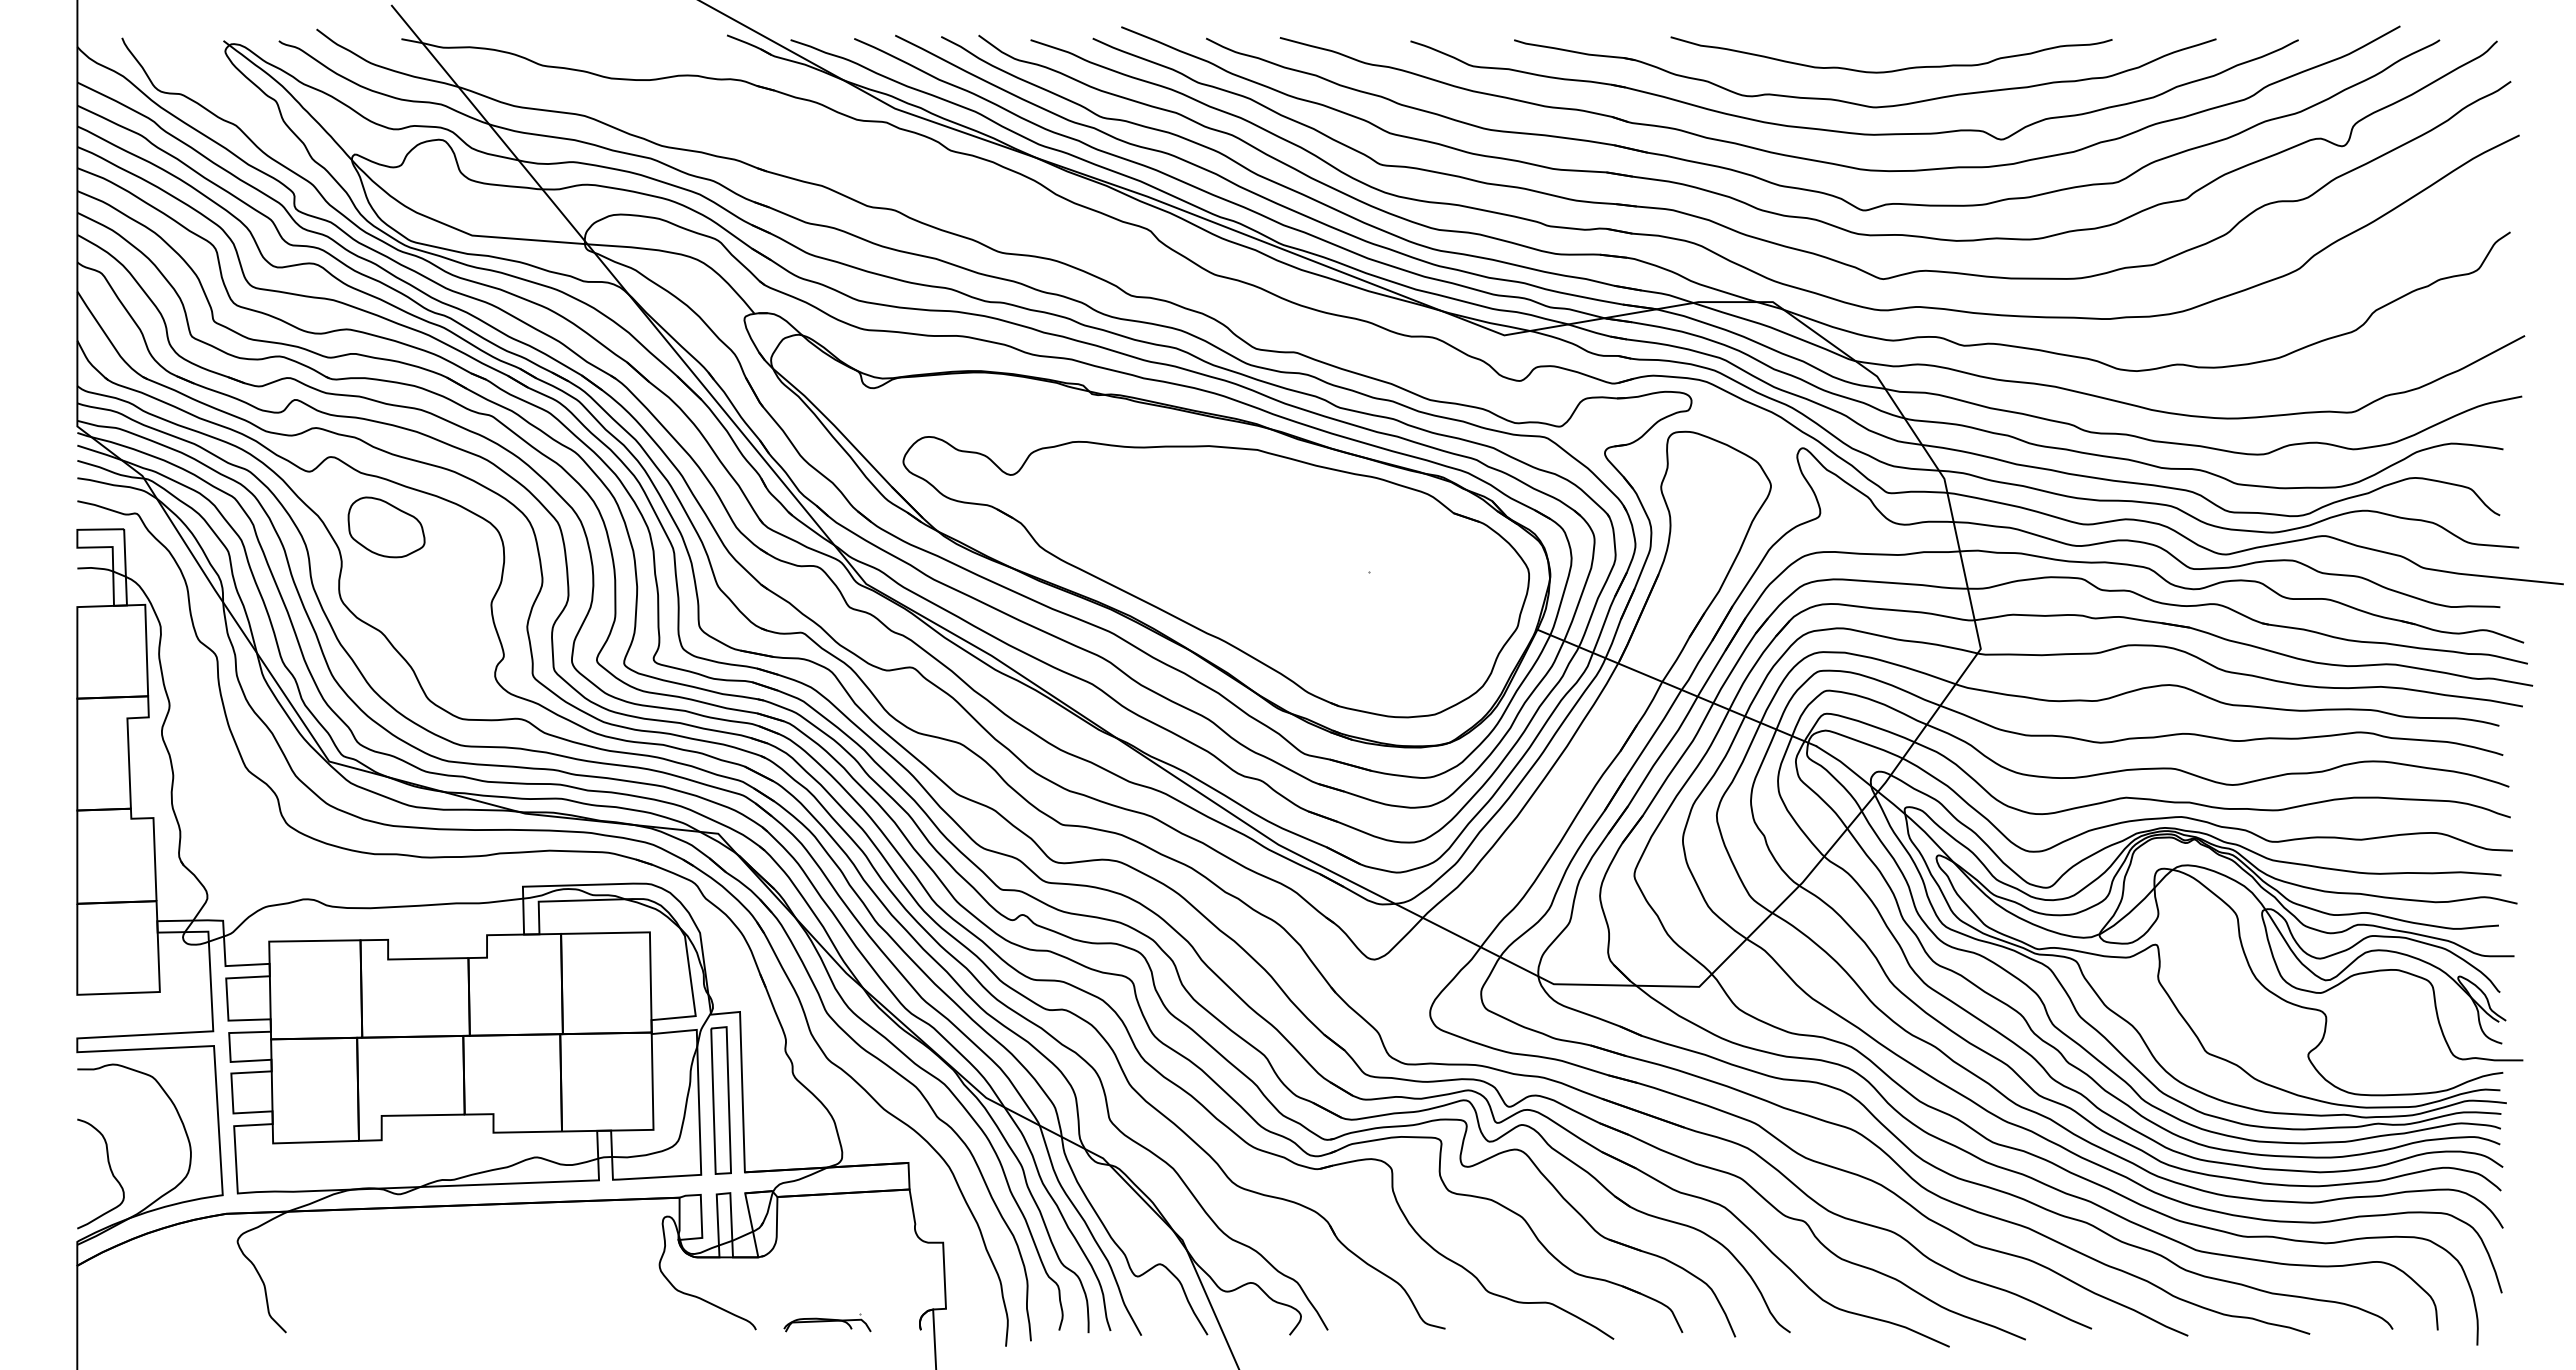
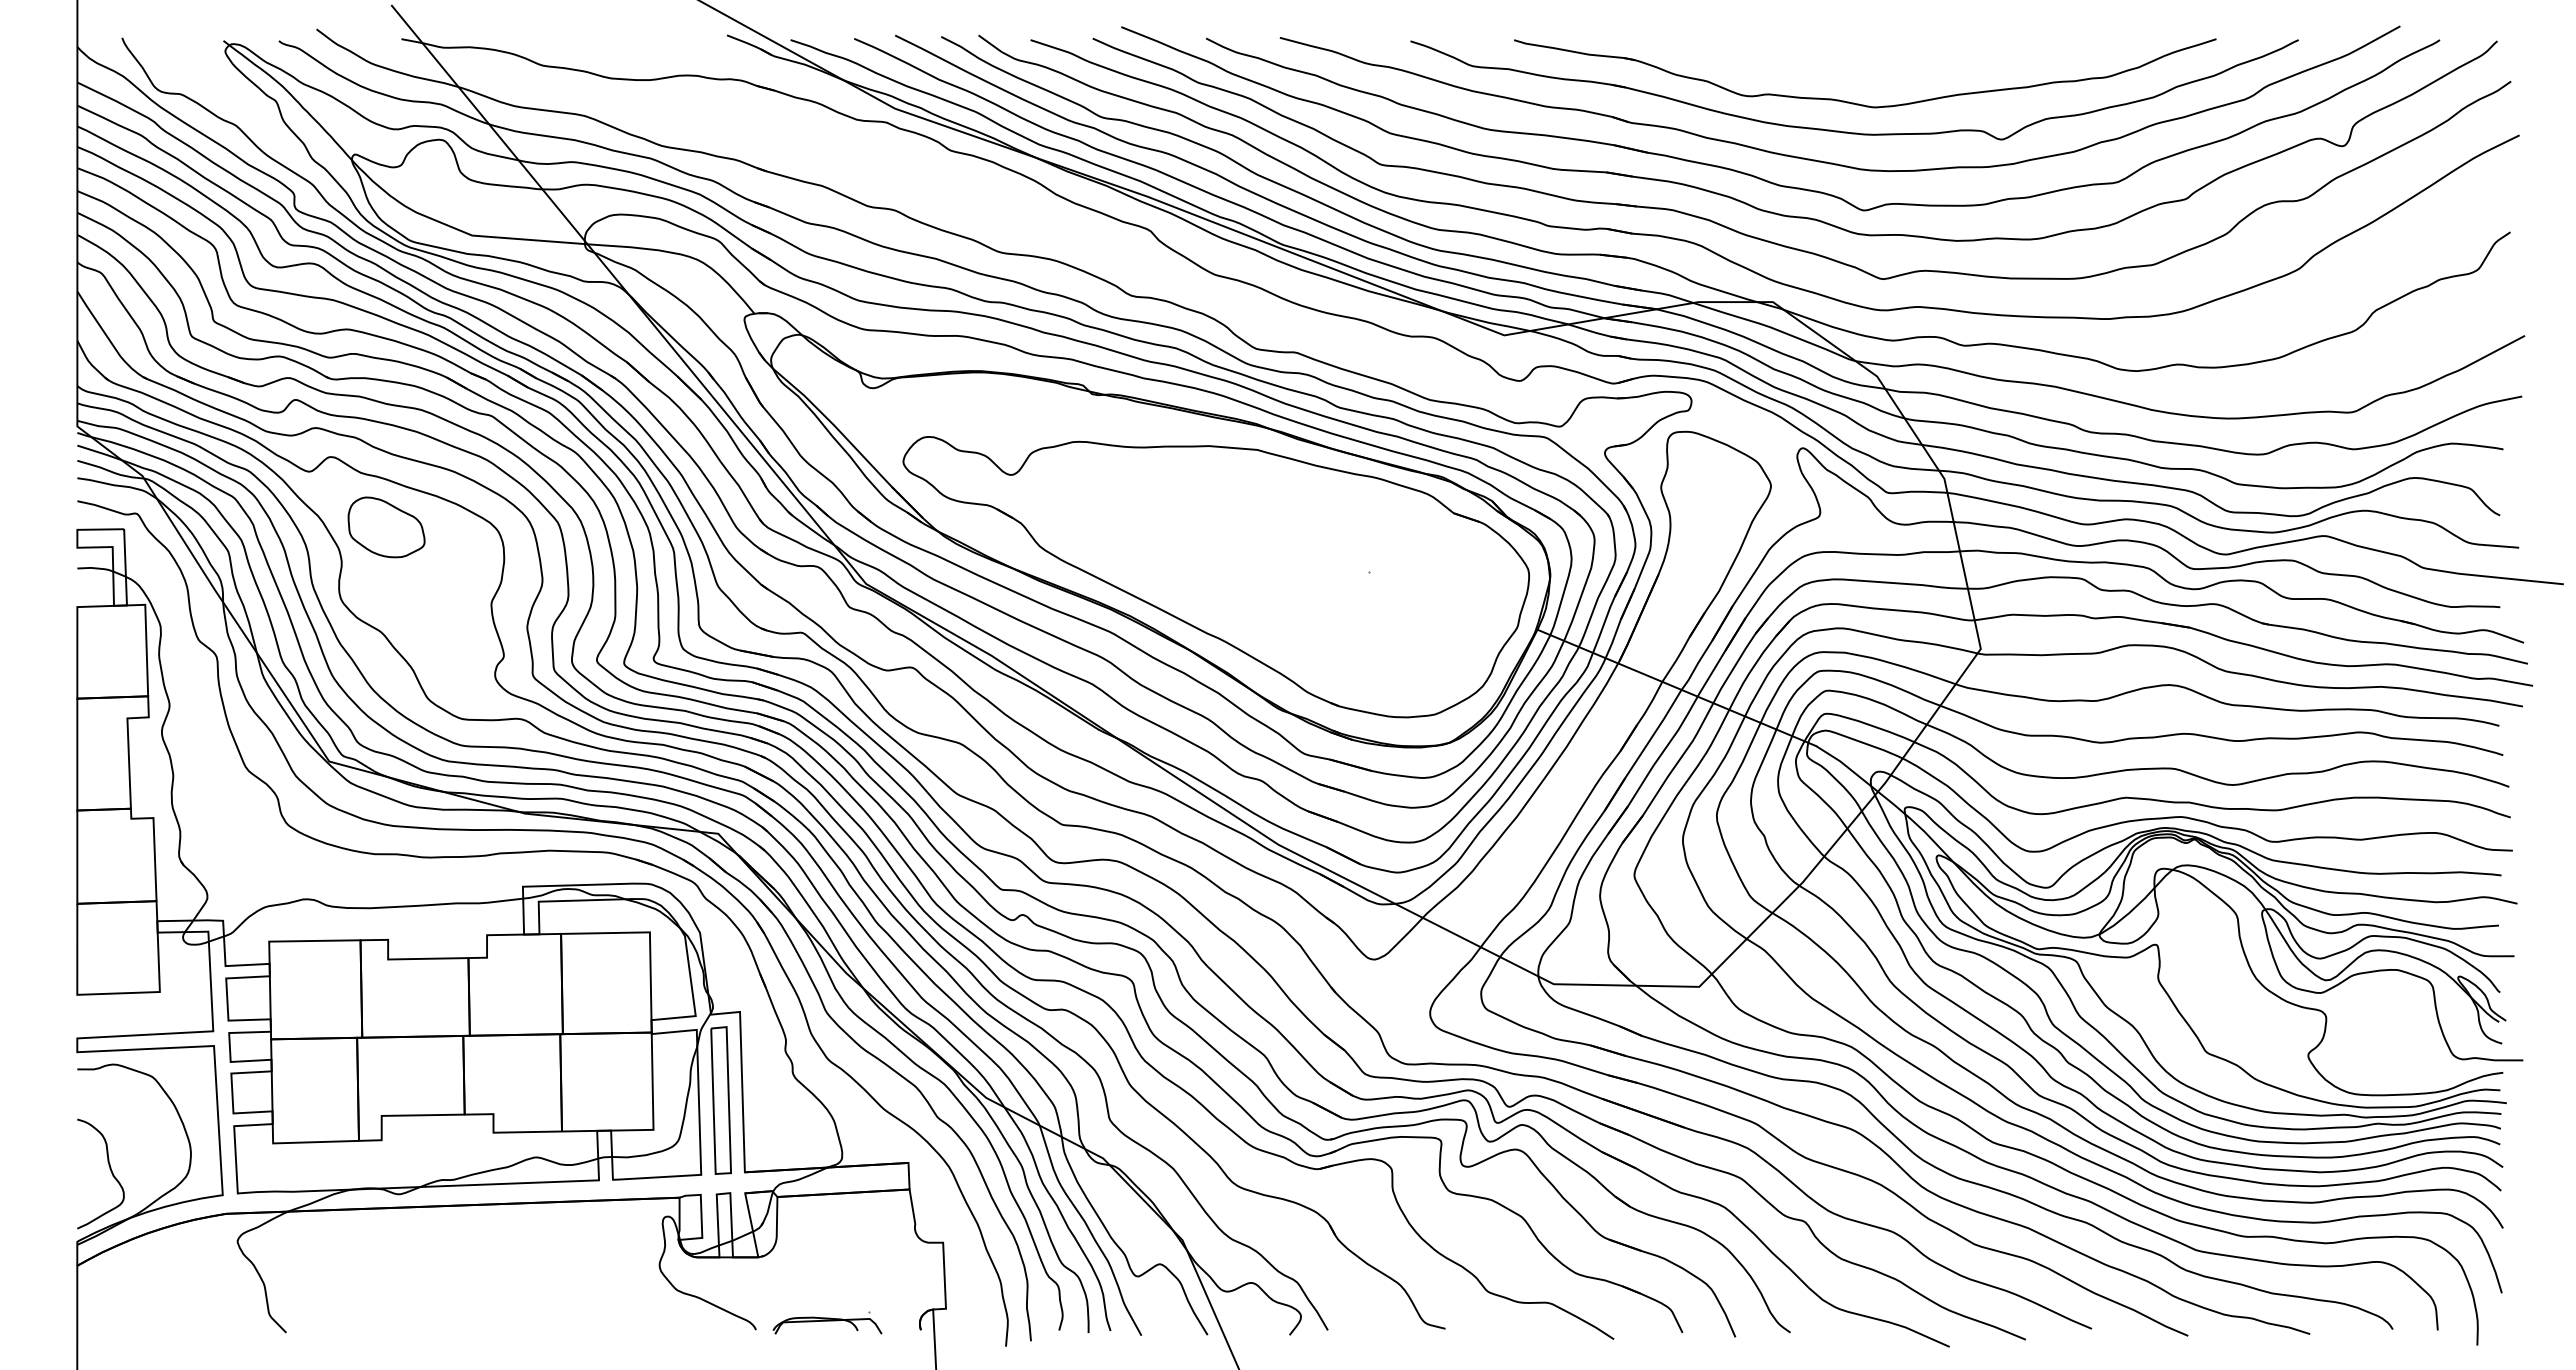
curve at (1895, 69): present -> none
part at (827, 1322) size: 89x20 px -> 111x24 px
